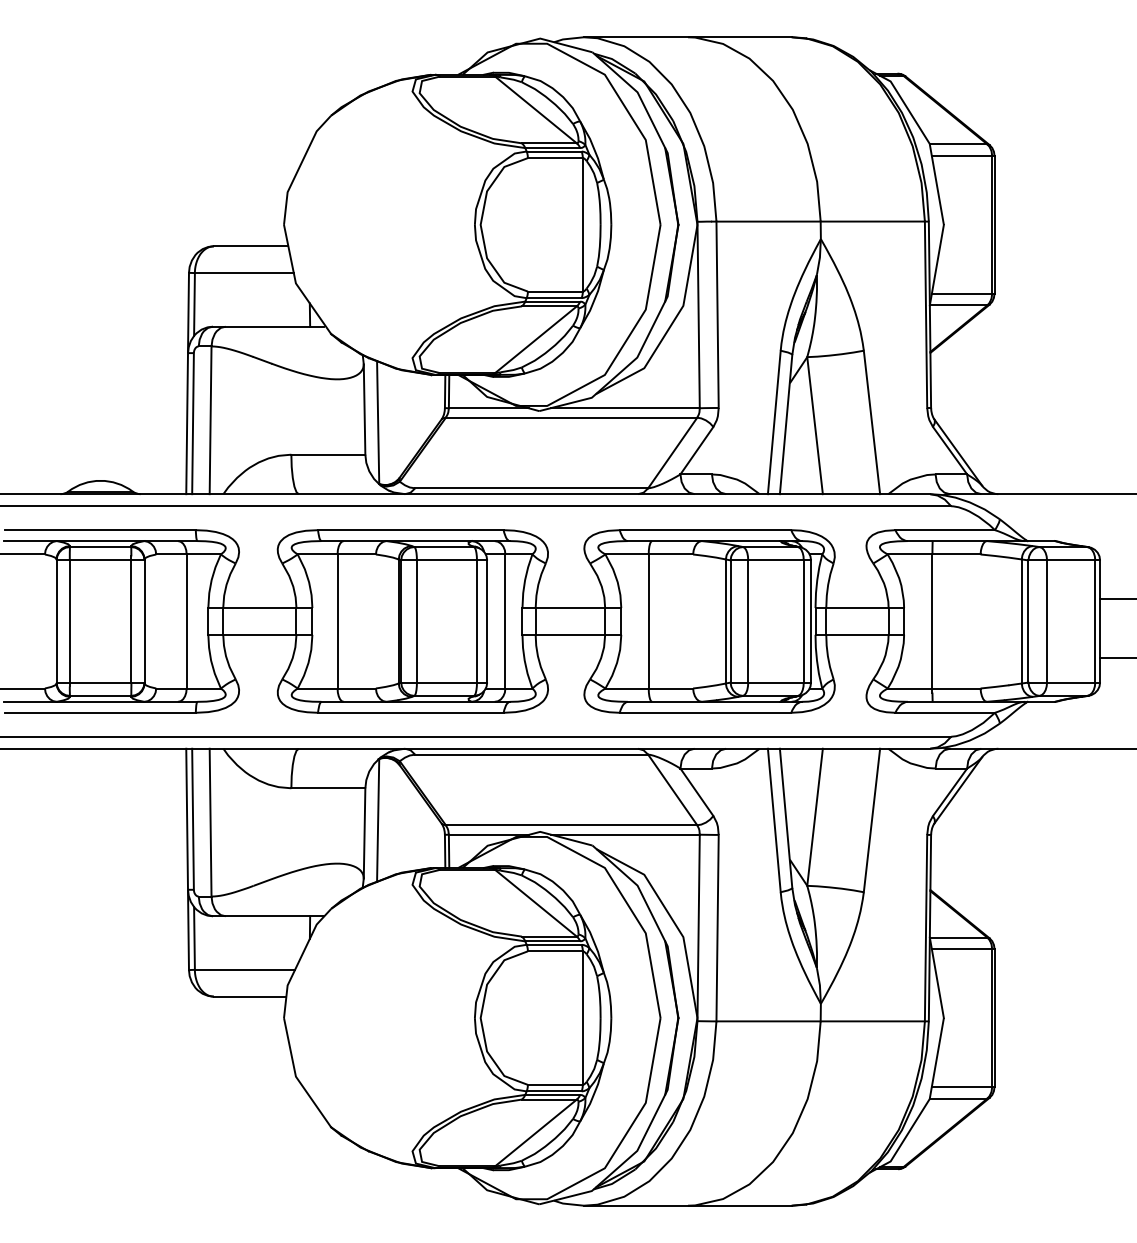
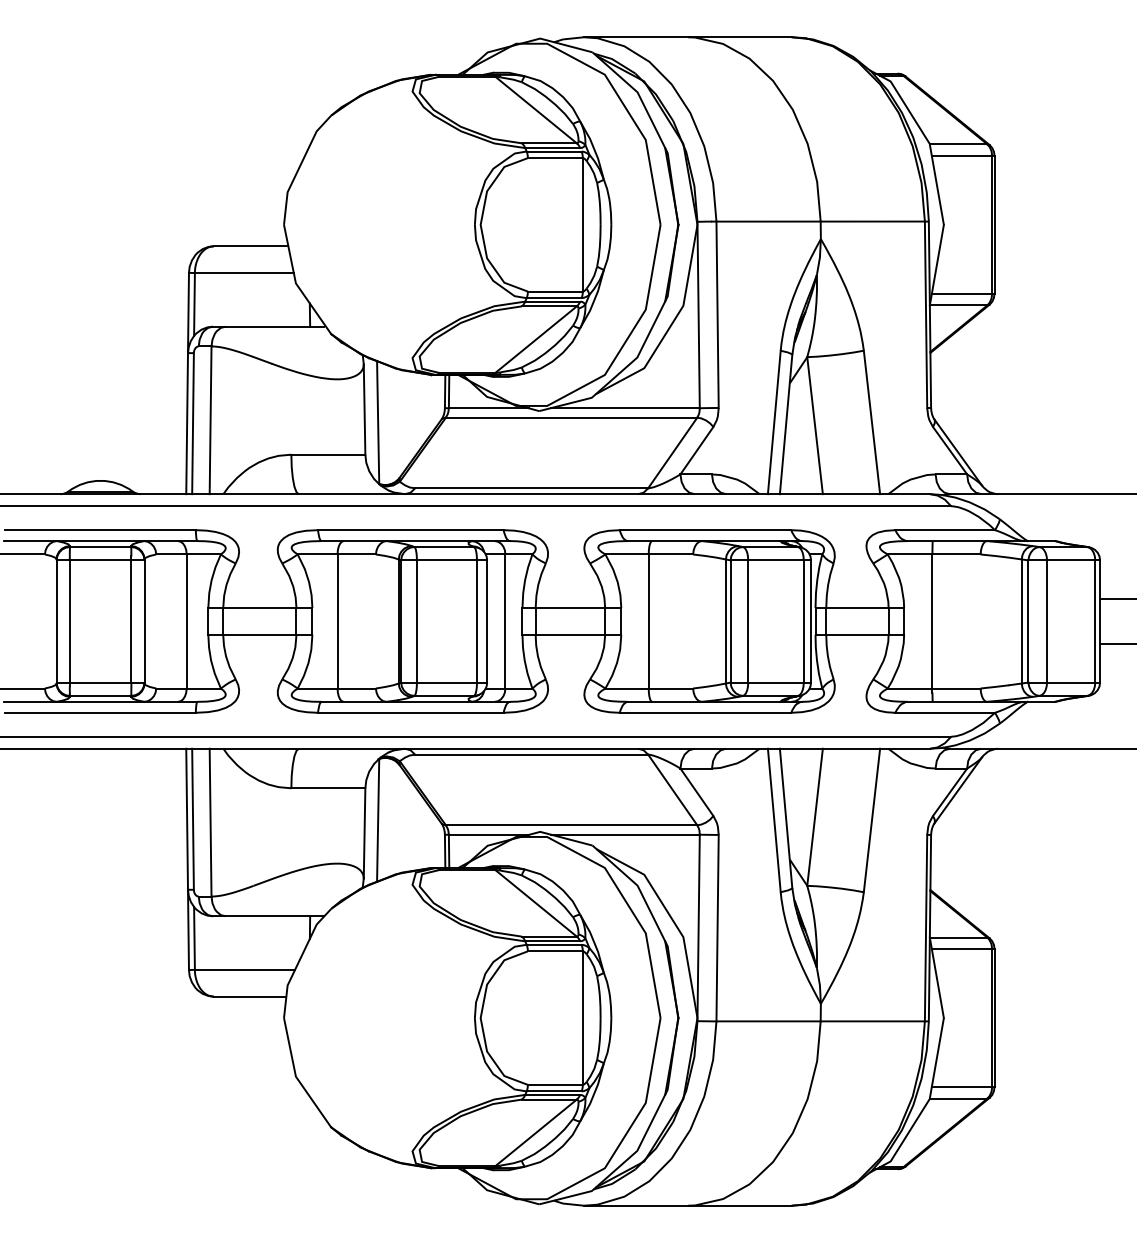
line at (1116, 658) position: (1116, 658) -> (1116, 644)
